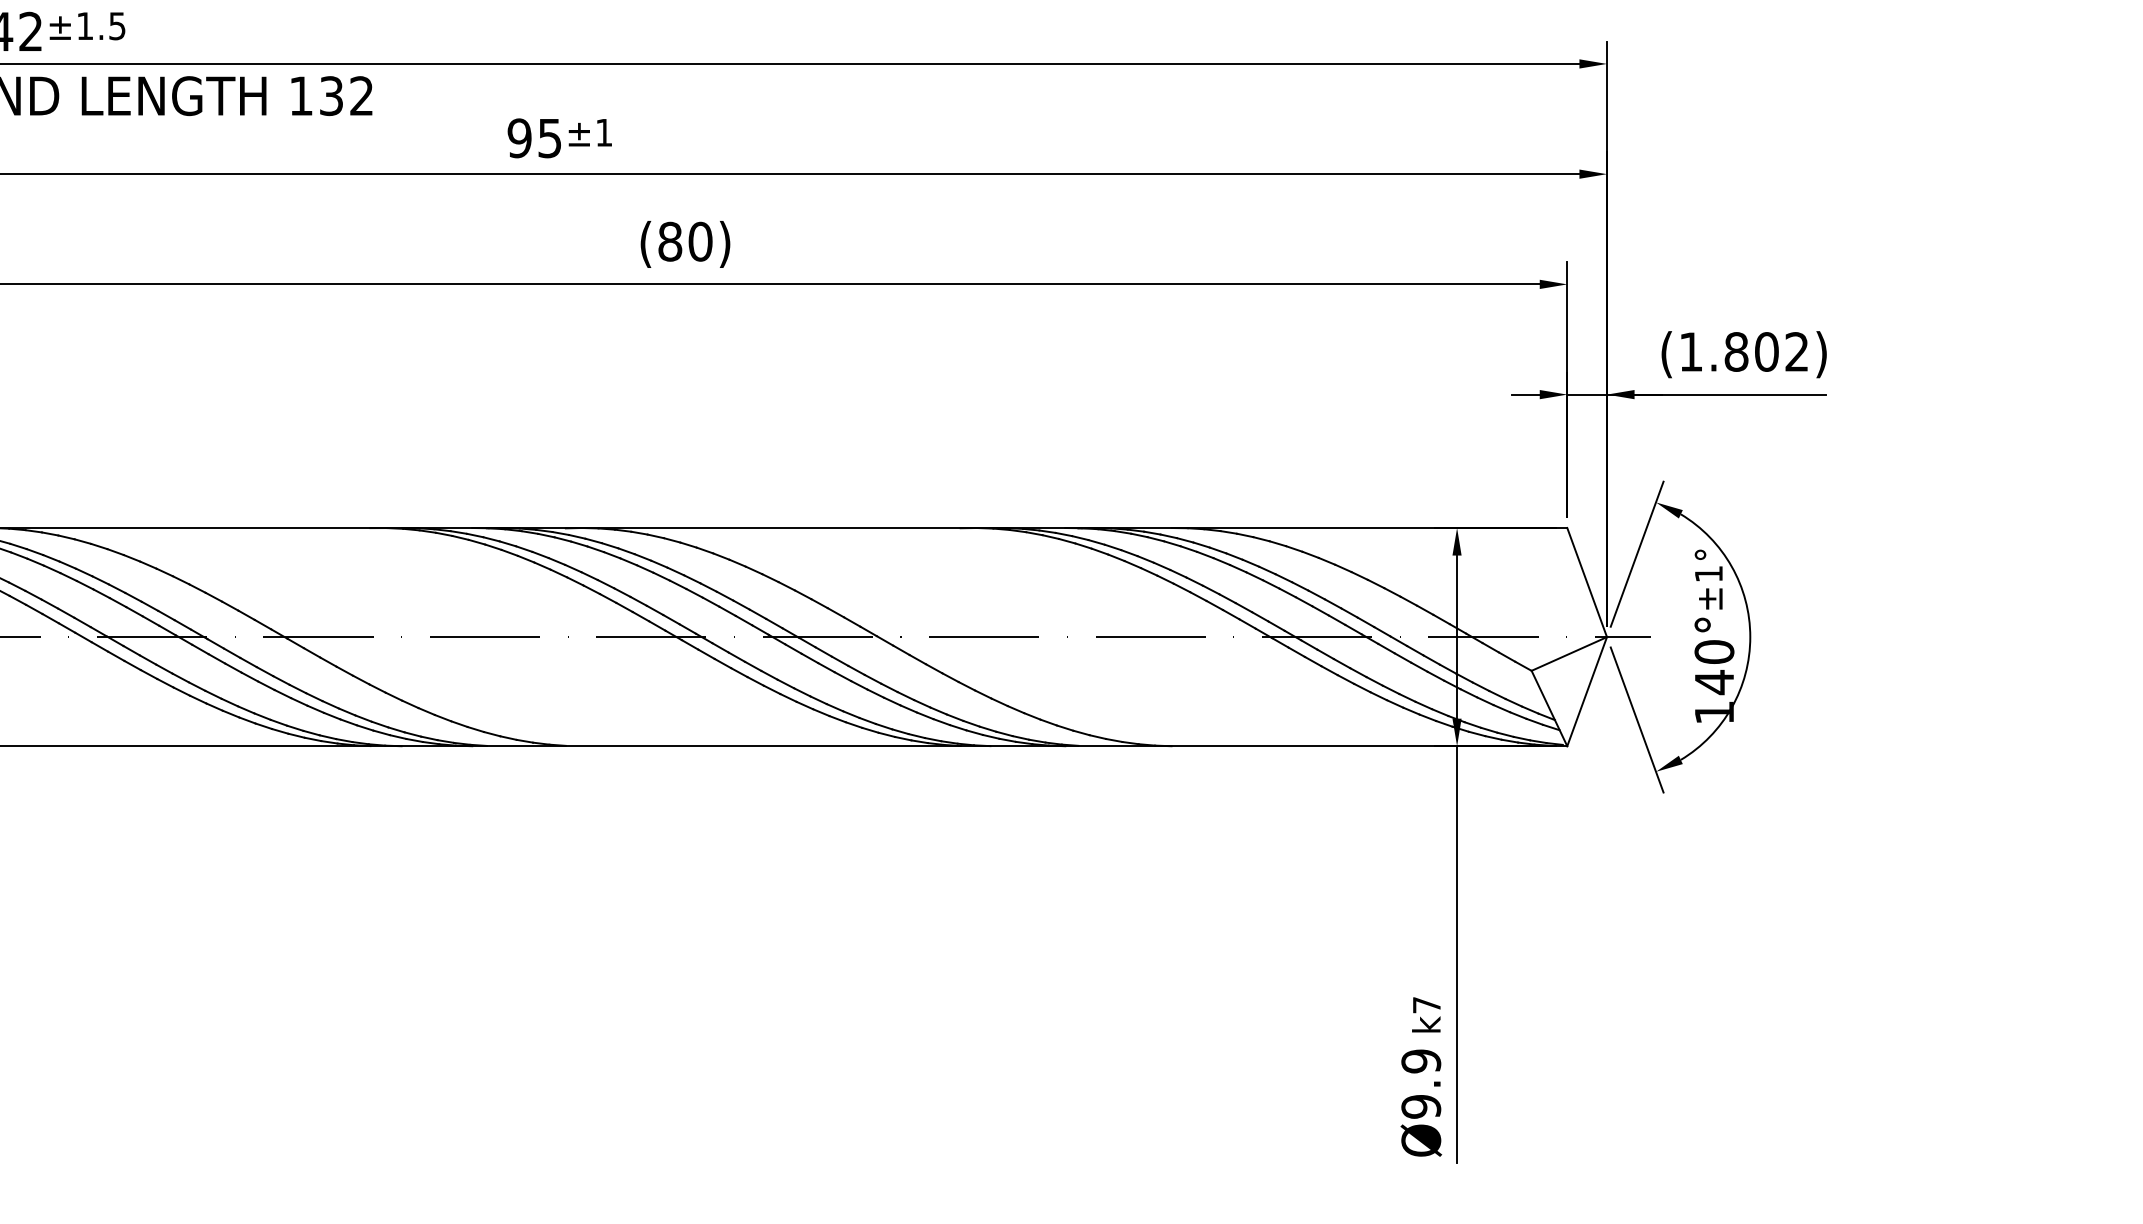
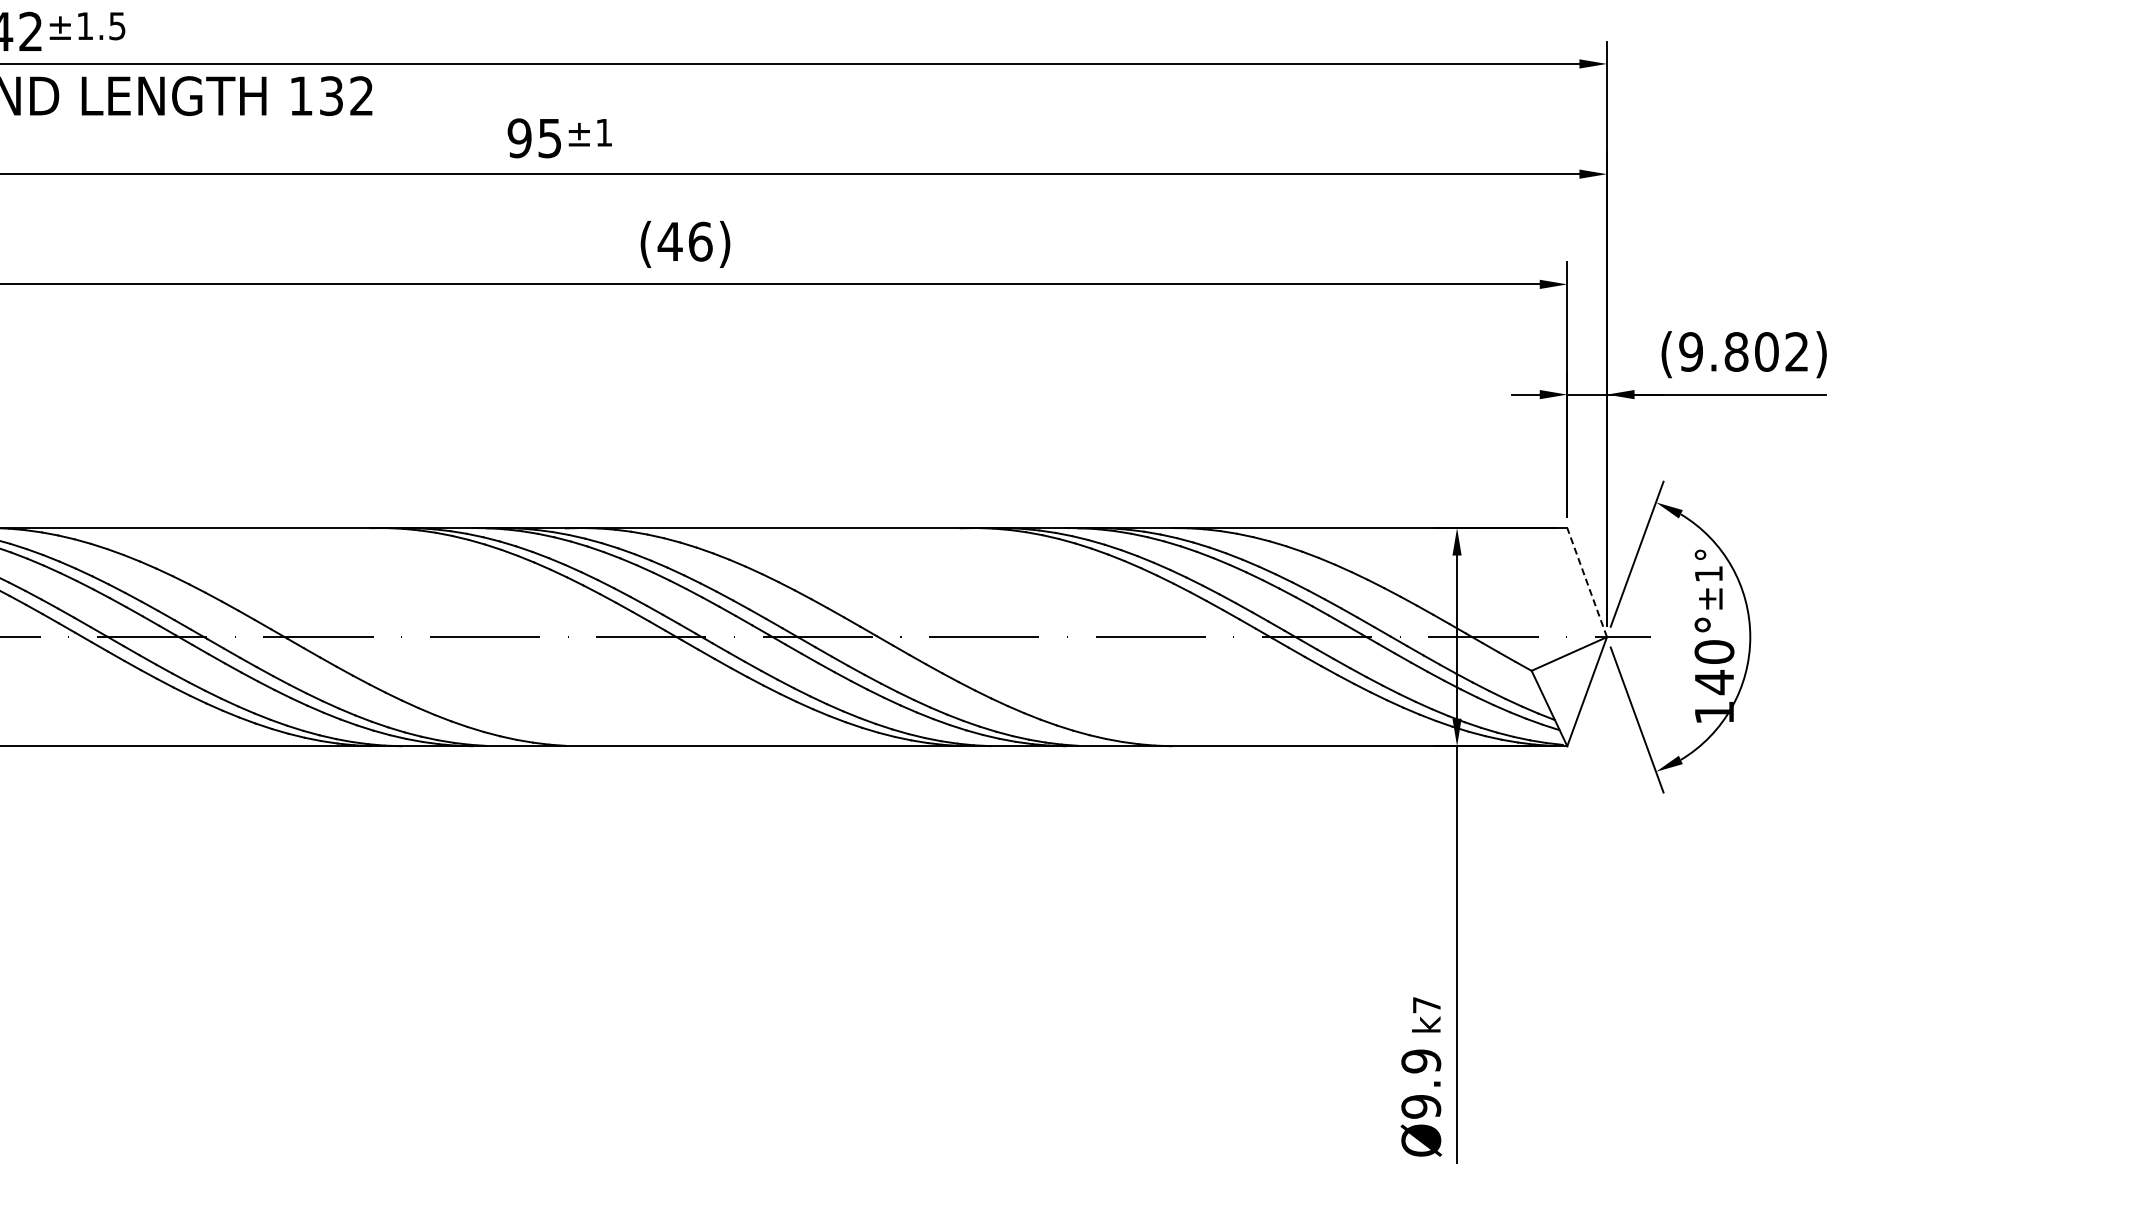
text at (684, 241): (80) -> (46)
text at (1690, 351): (1.802) -> (9.802)
line at (1586, 582): solid -> dashed
